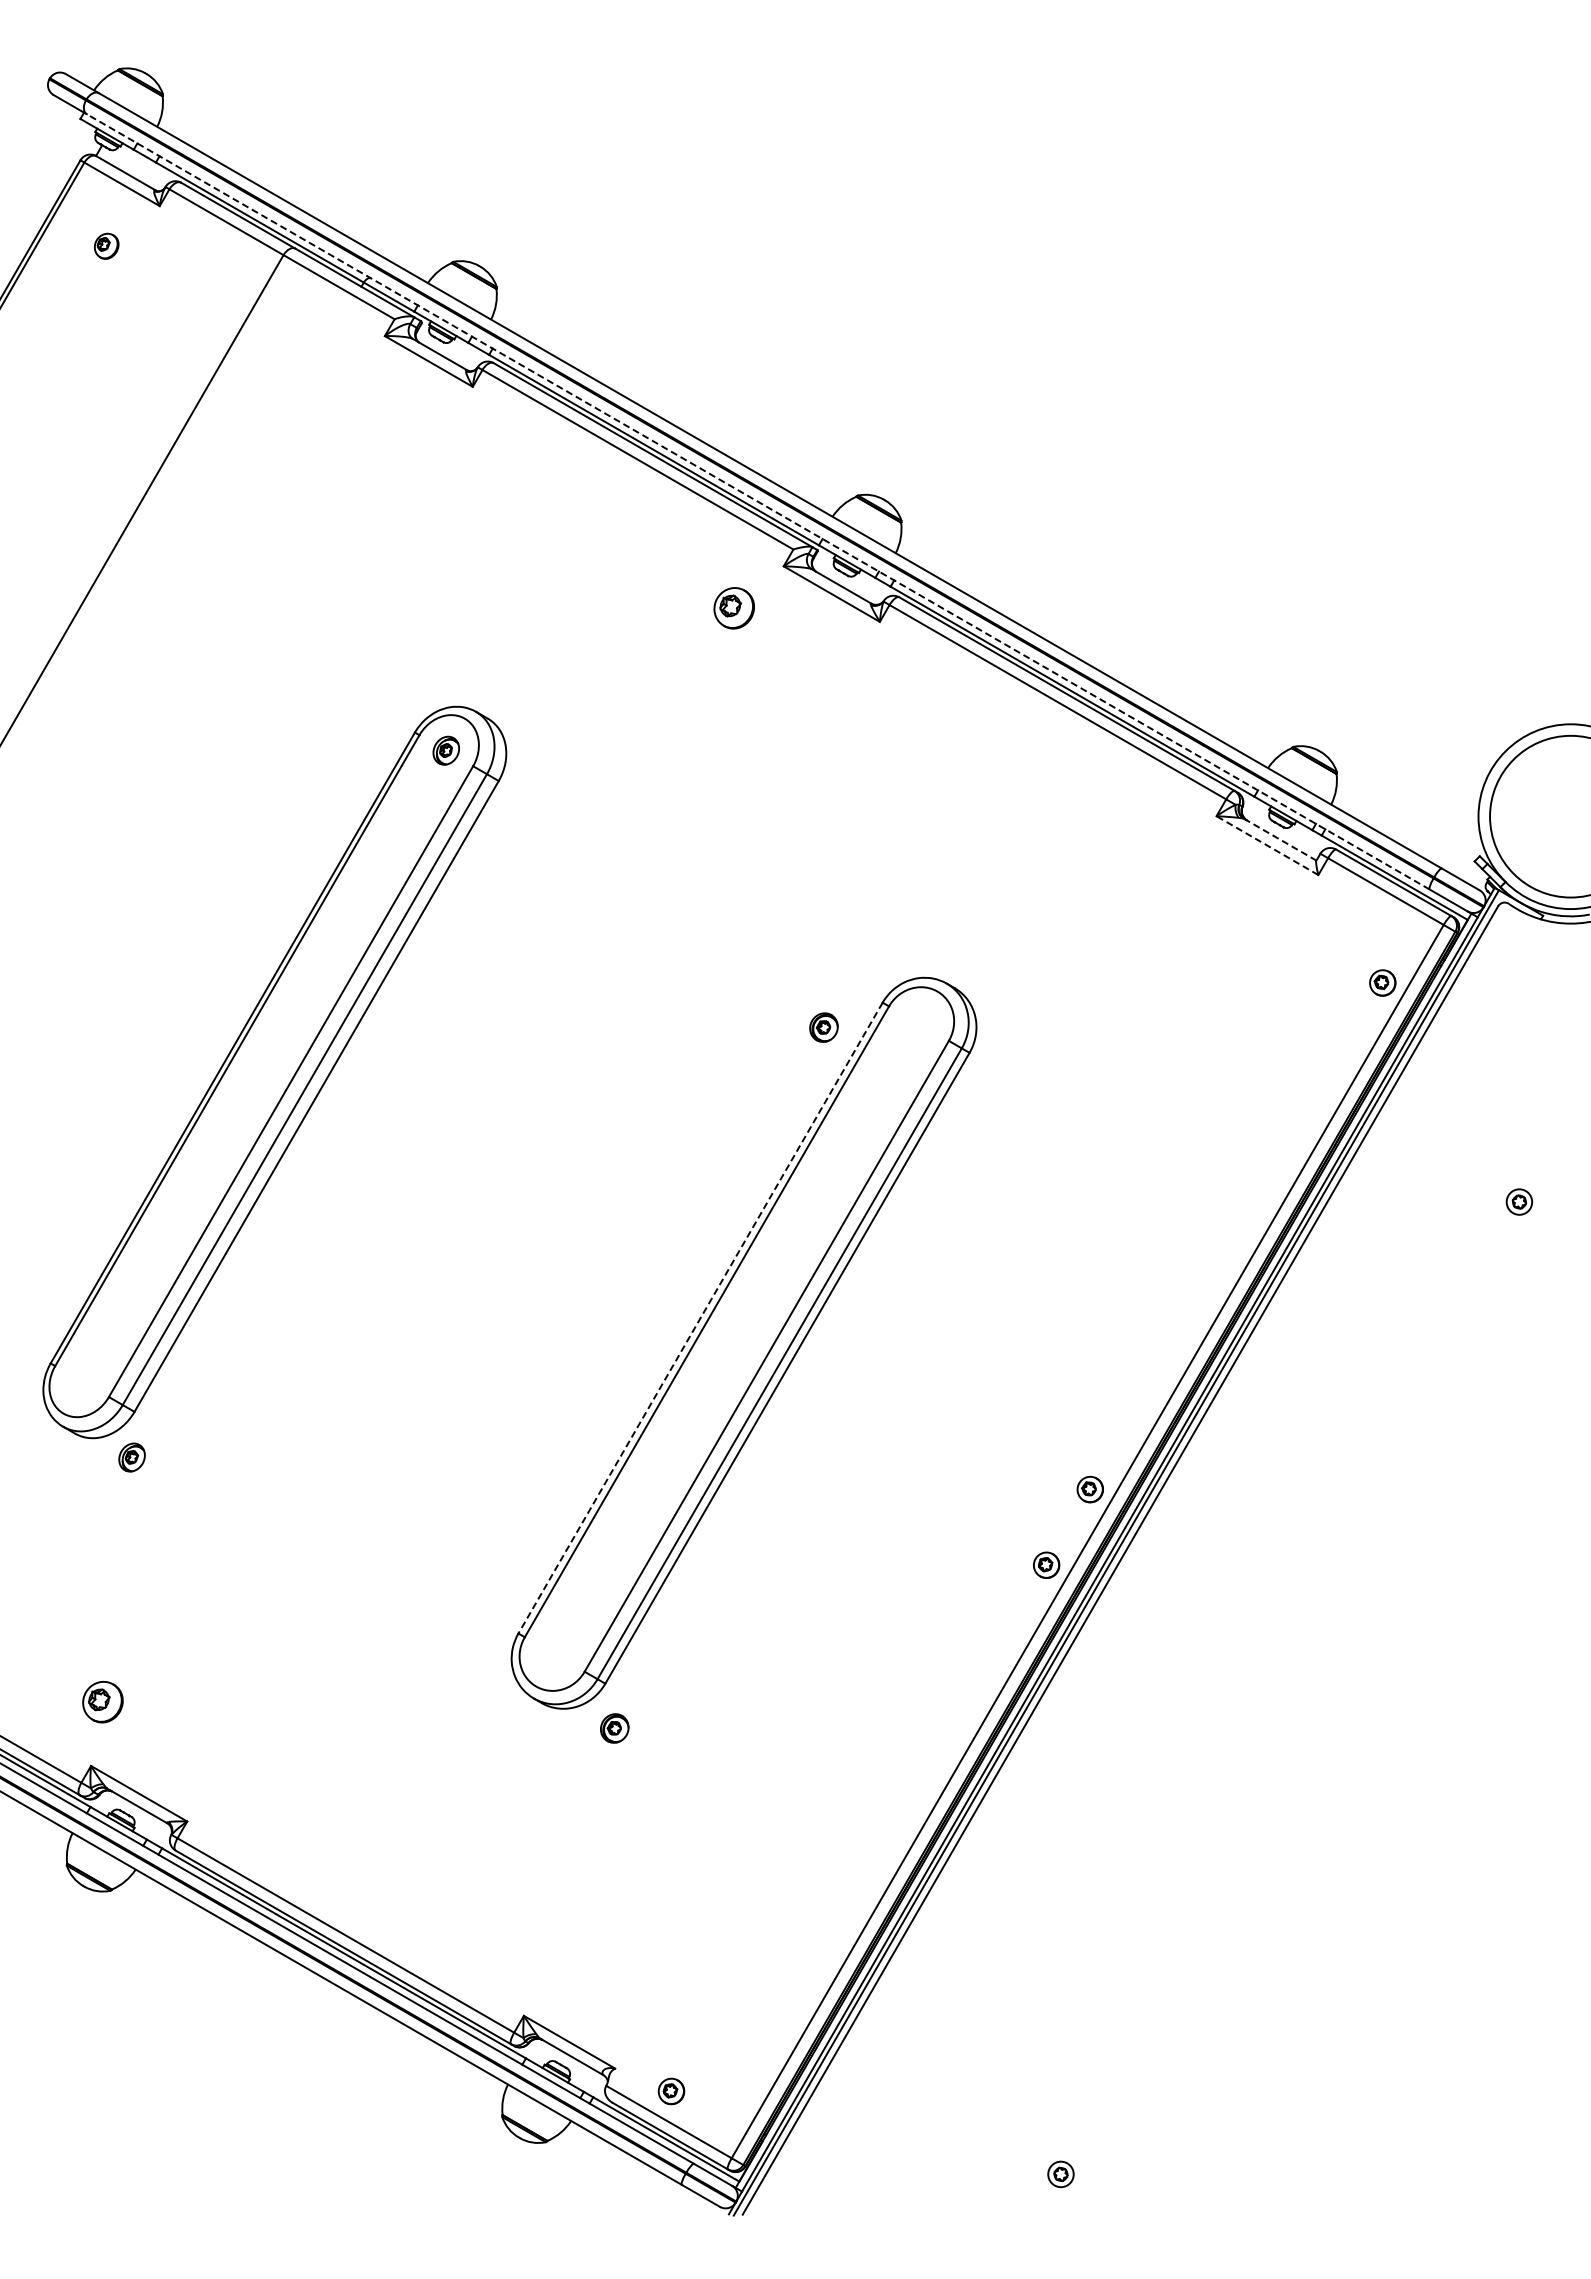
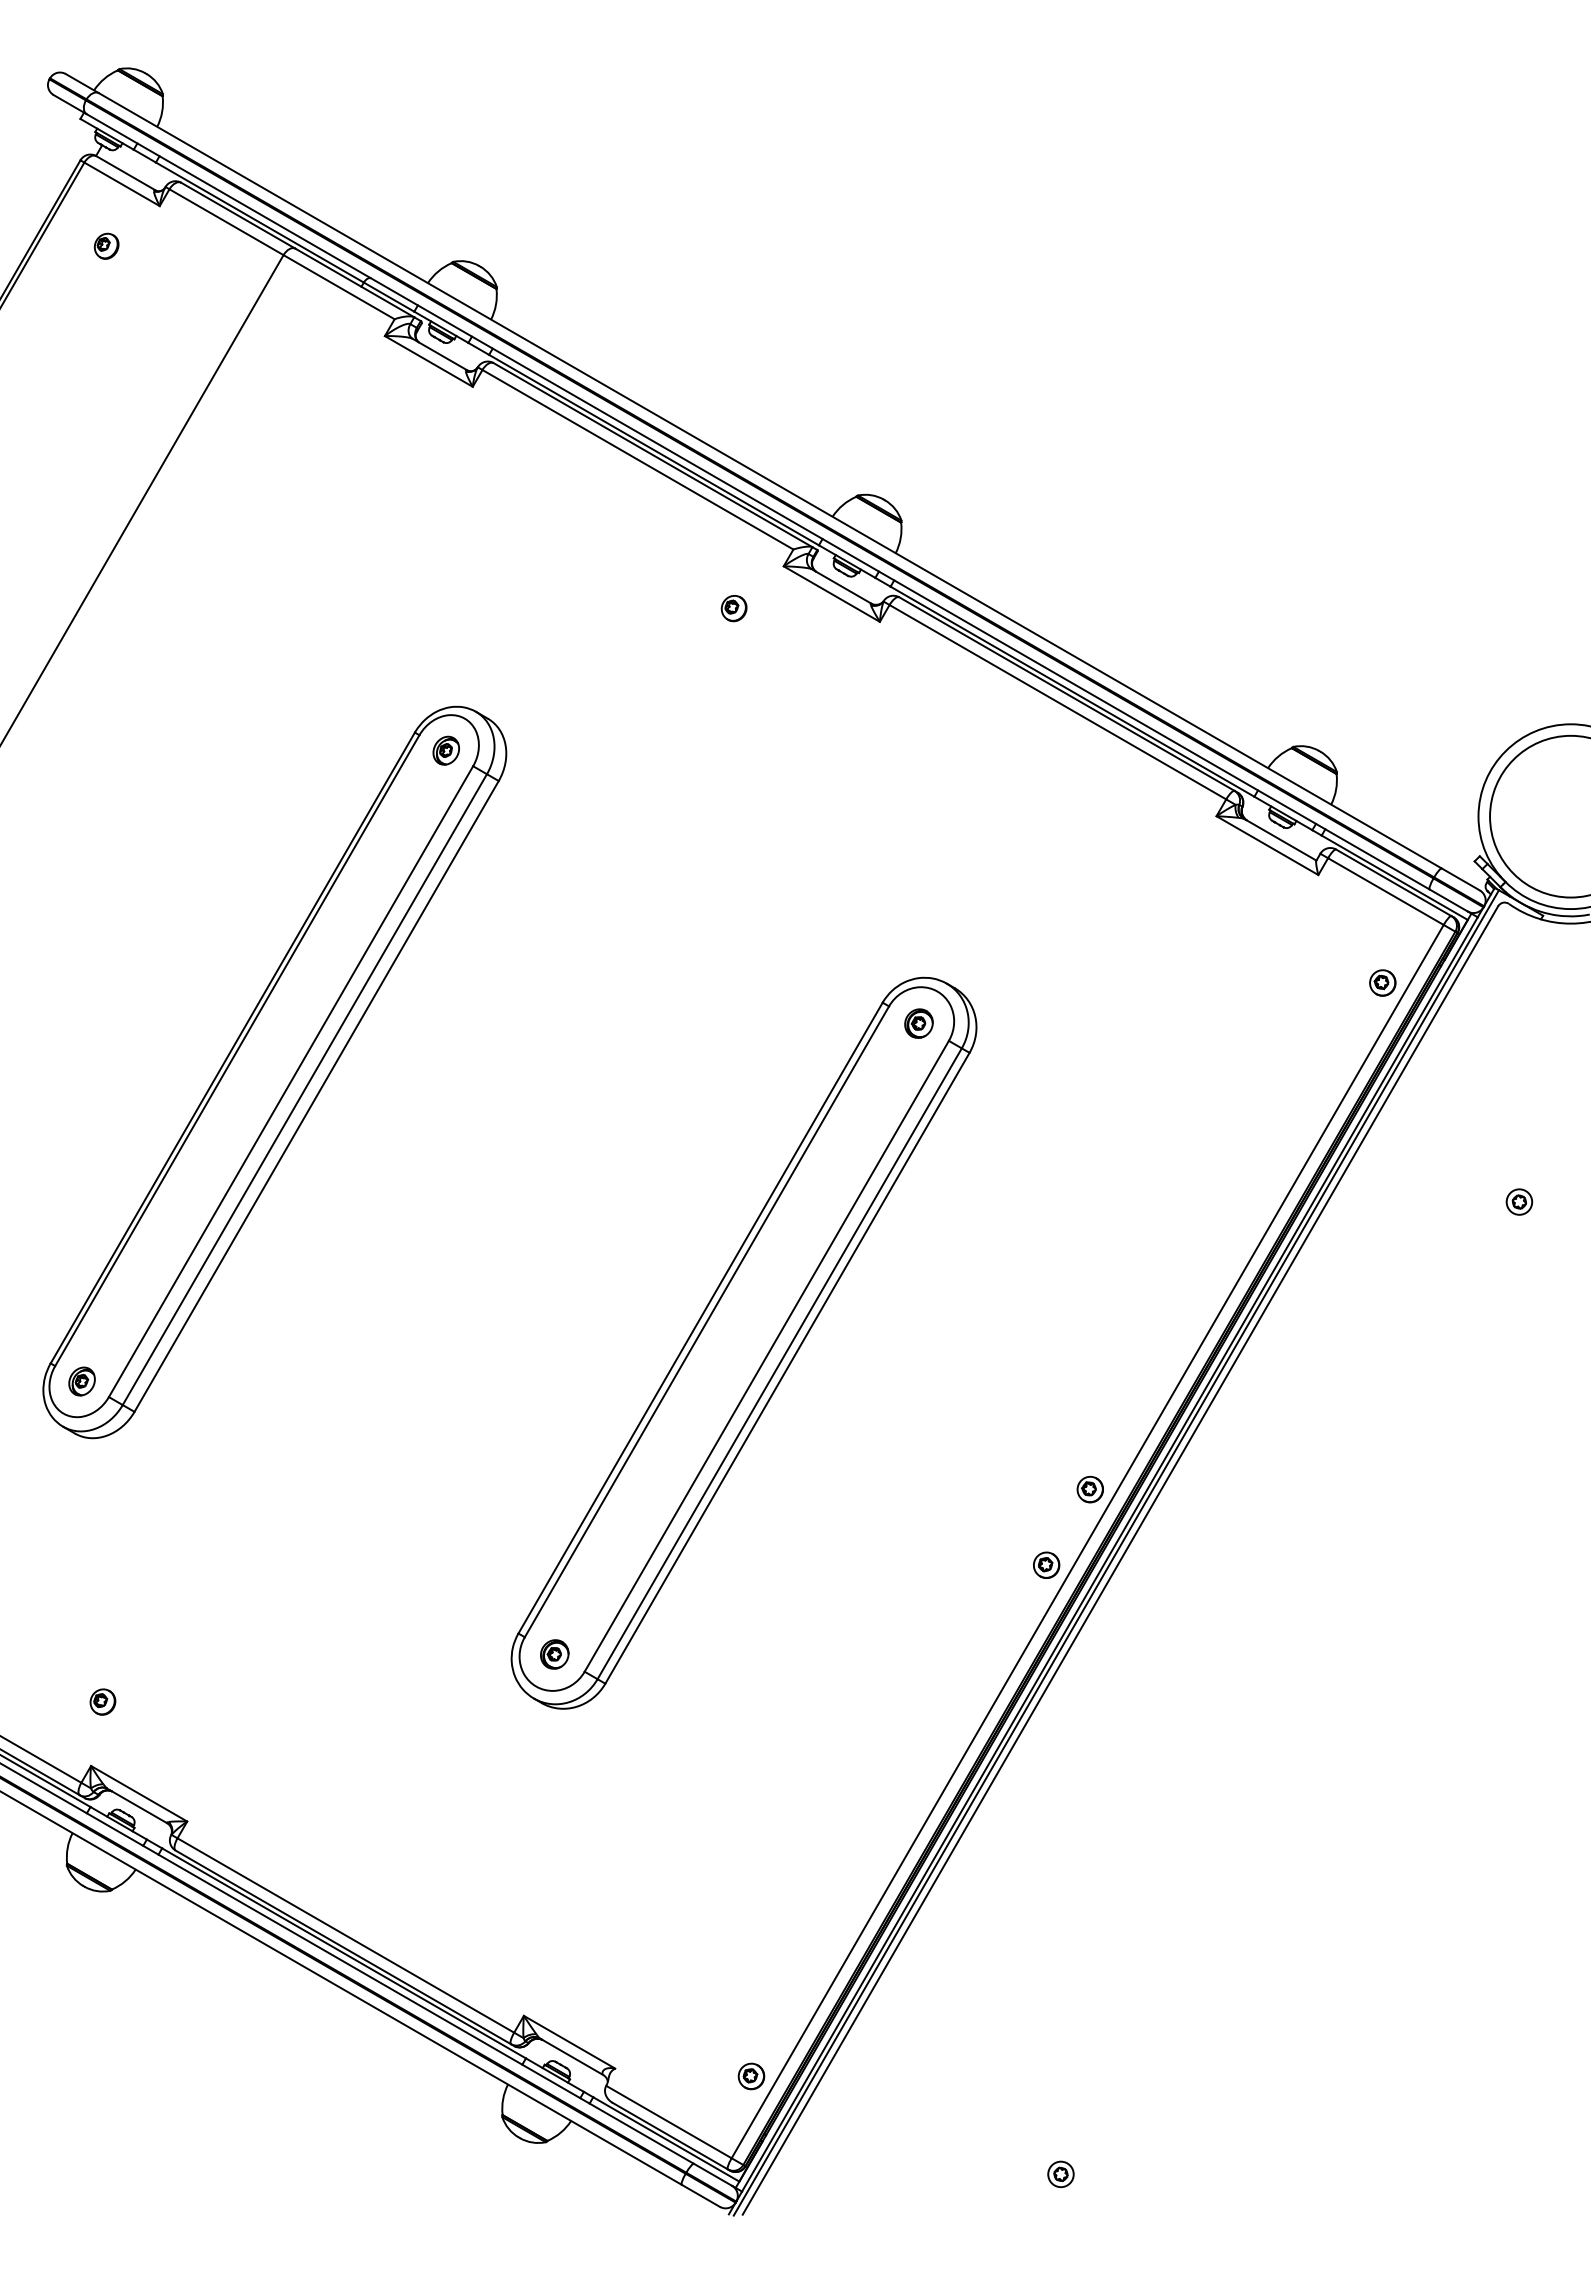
line at (757, 501): dashed -> solid
part at (733, 608) size: 42x43 px -> 28x28 px
line at (1280, 839): dashed -> solid
line at (1267, 845): dashed -> solid
part at (823, 1027) position: (823, 1027) -> (918, 1023)
line at (700, 1318): dashed -> solid
part at (131, 1457) position: (131, 1457) -> (81, 1381)
part at (102, 1701) size: 42x44 px -> 28x28 px
part at (614, 1728) position: (614, 1728) -> (554, 1654)
part at (671, 2091) position: (671, 2091) -> (751, 2076)
